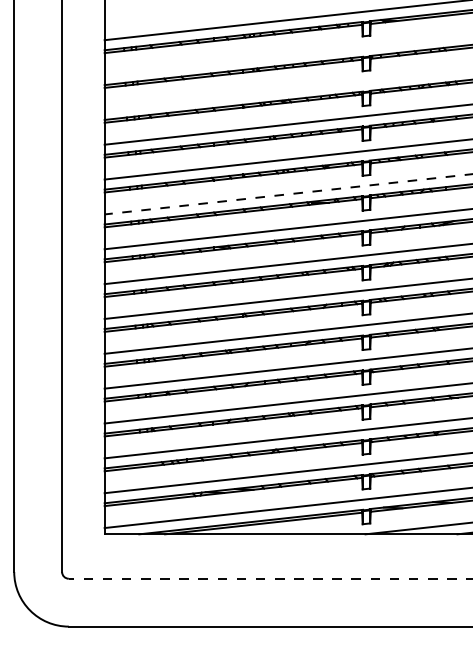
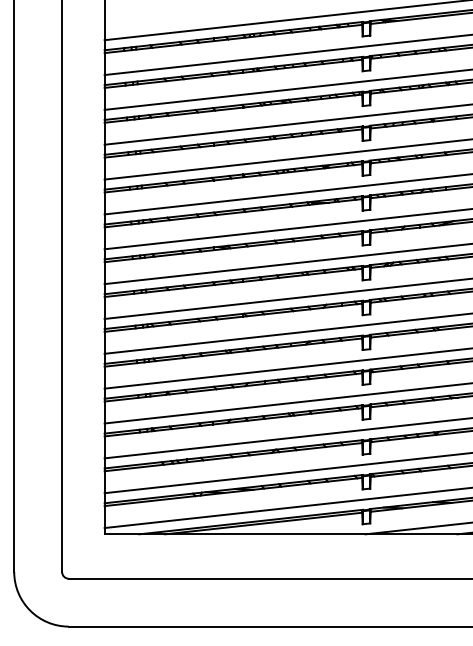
line at (286, 55): none -> present
line at (286, 89): none -> present
line at (288, 194): dashed -> solid
line at (270, 578): dashed -> solid
